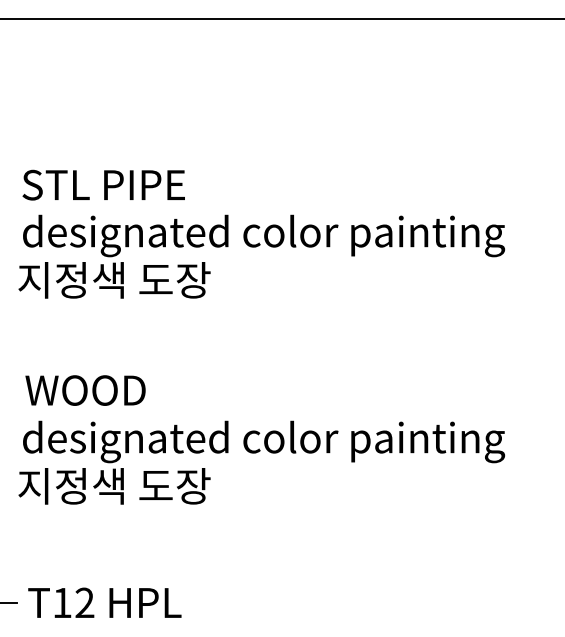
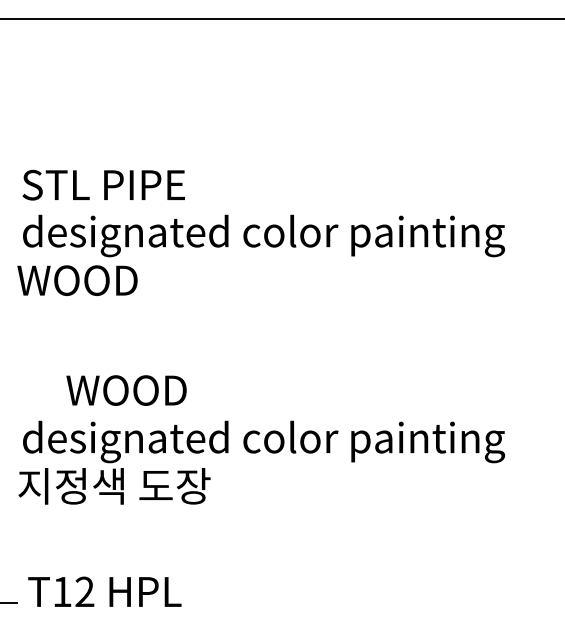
text at (113, 280): 지정색 도장 -> WOOD
text at (85, 390) position: (85, 390) -> (126, 390)
text at (104, 602) position: (104, 602) -> (104, 591)
